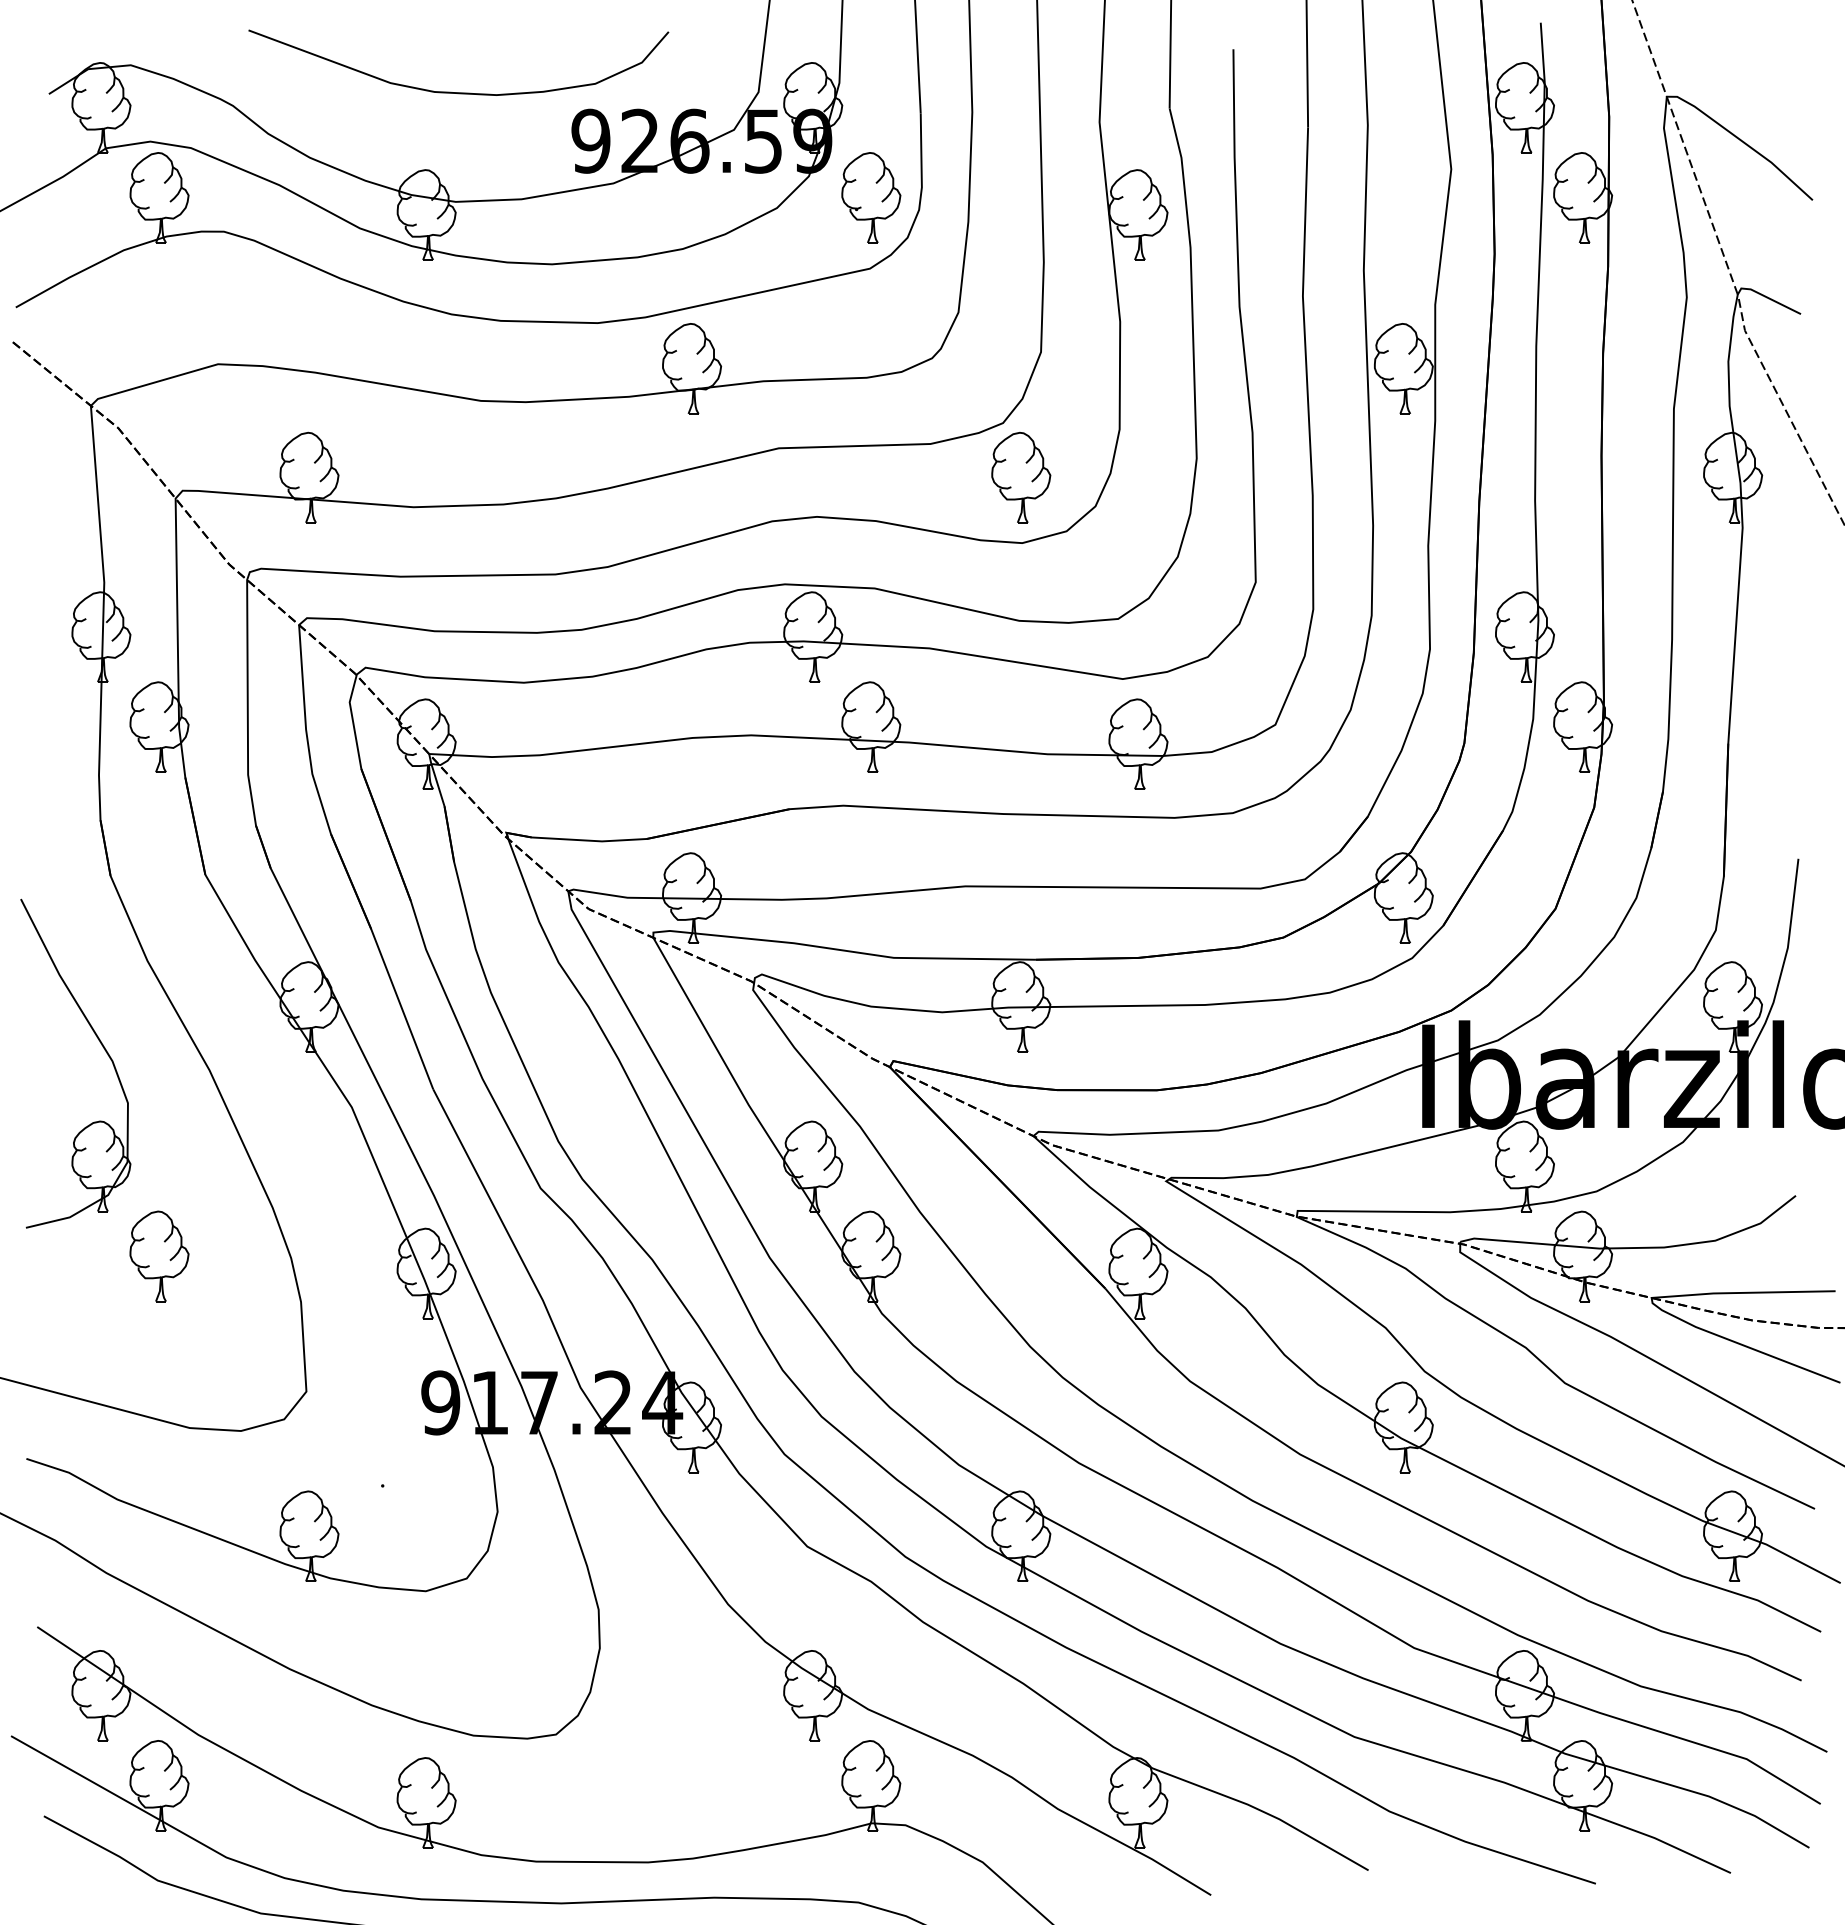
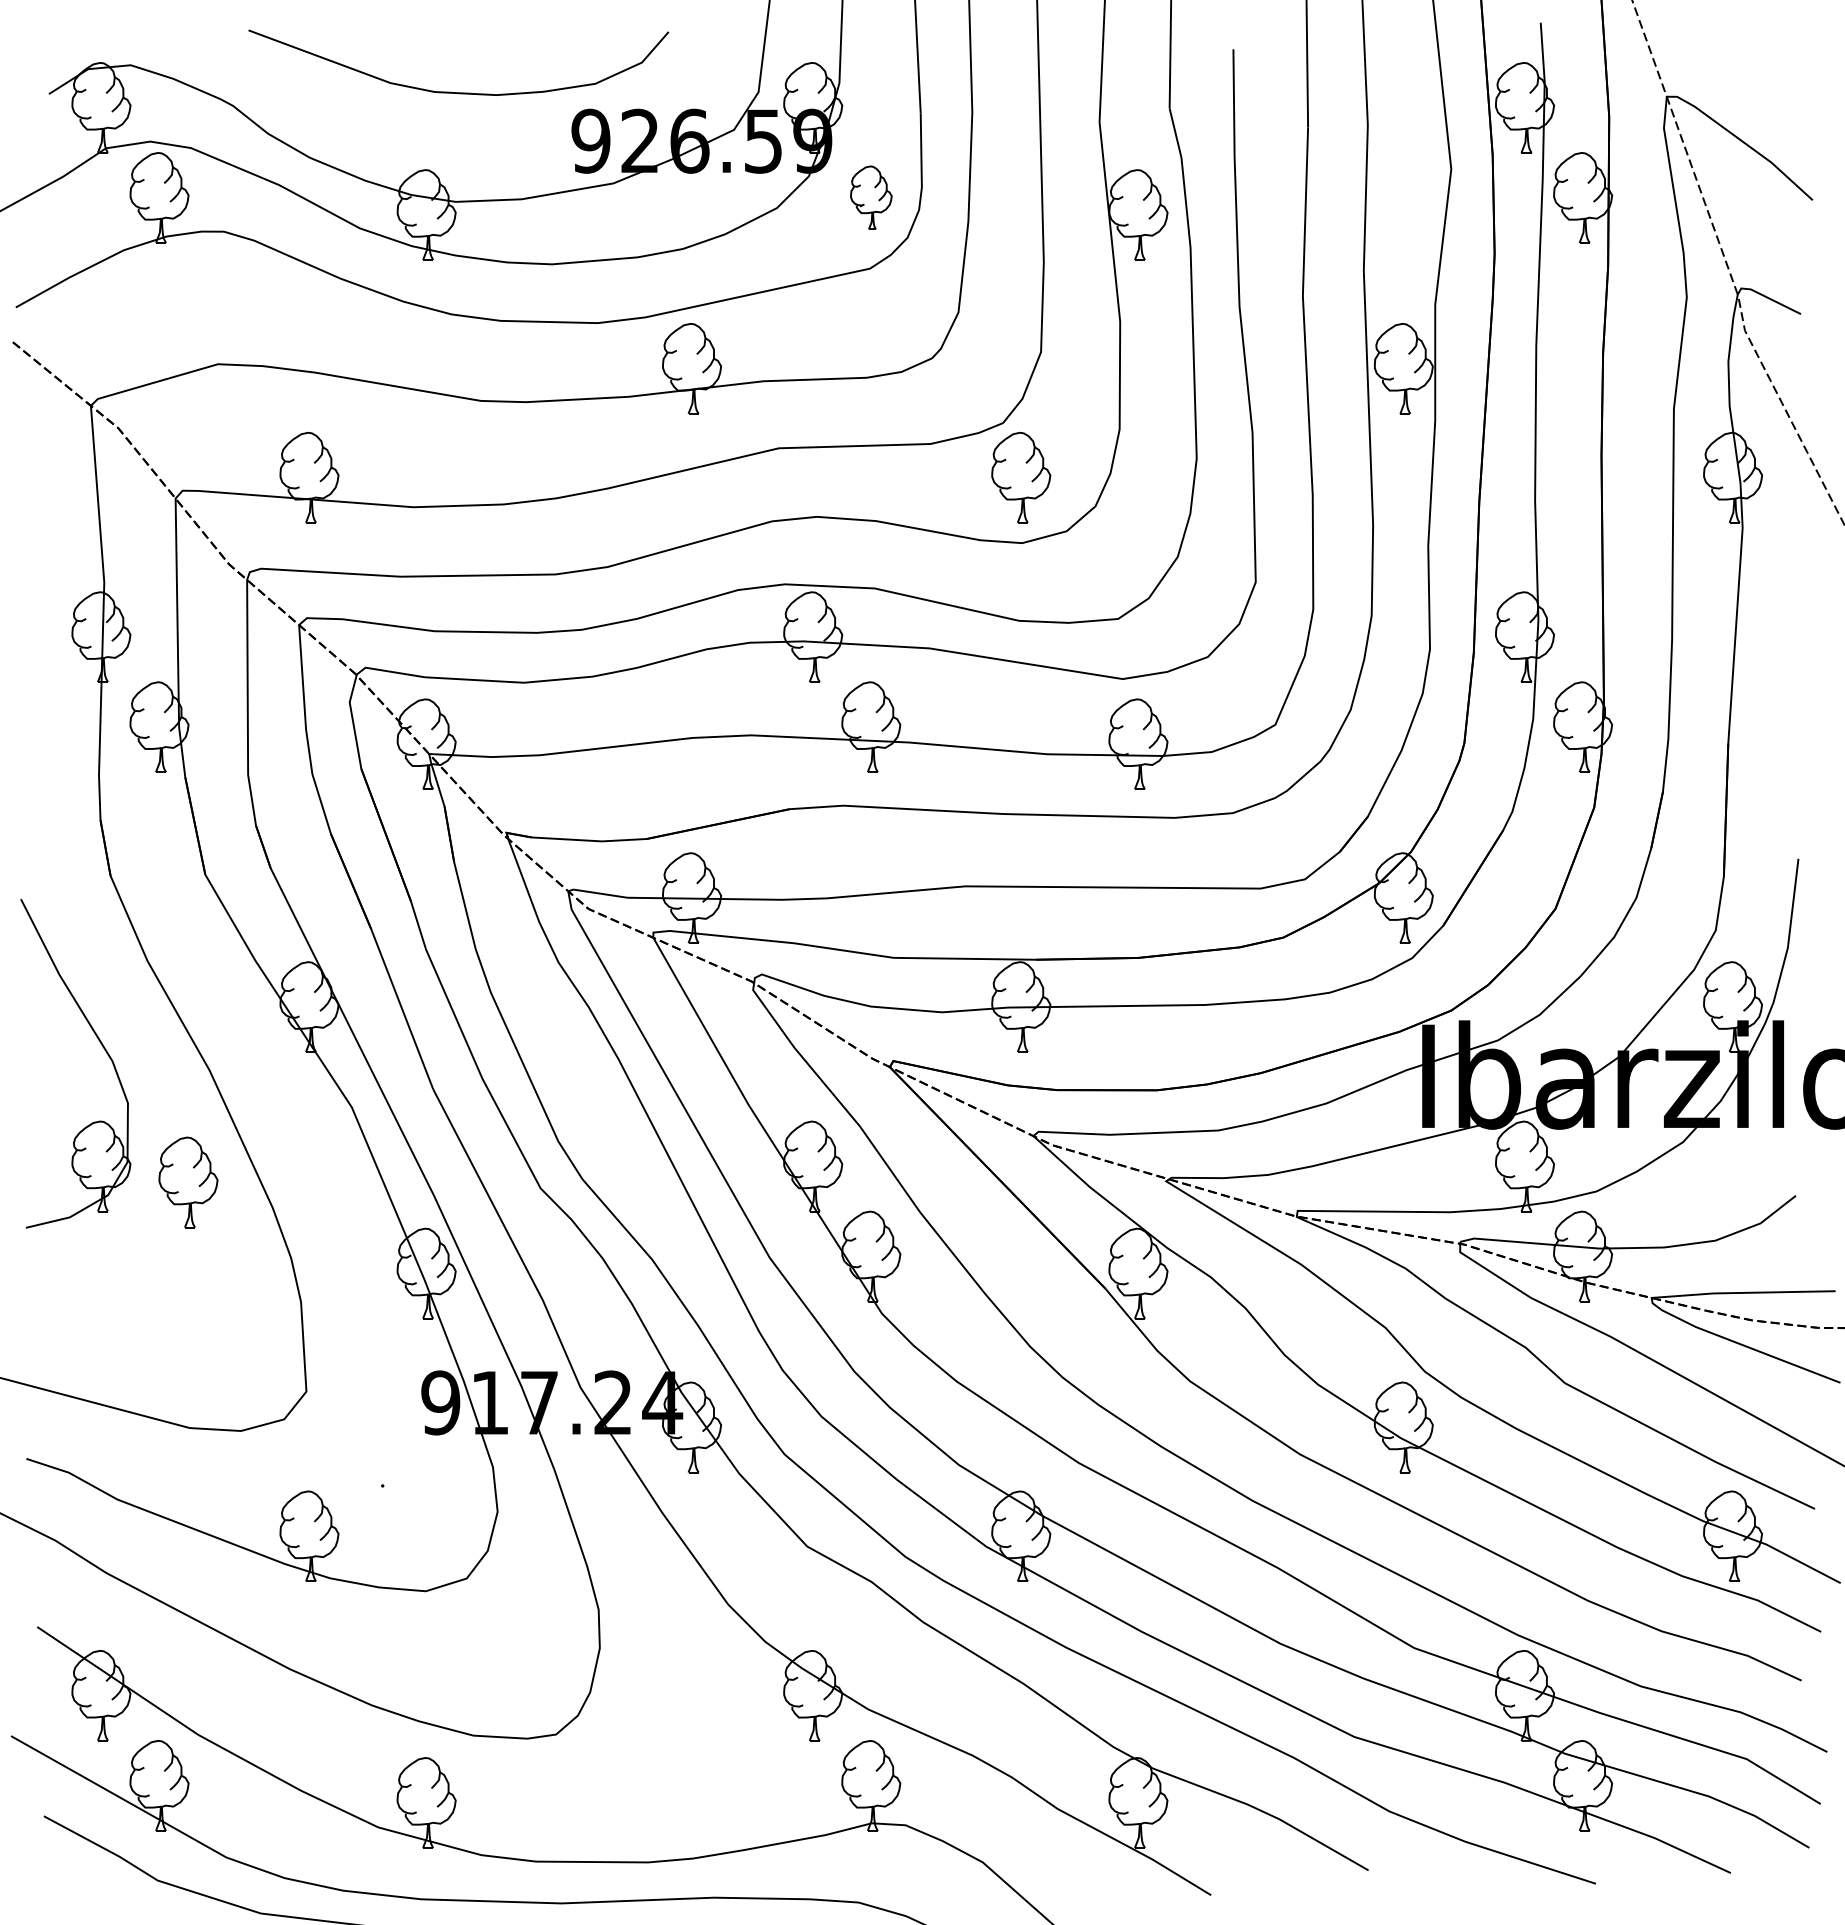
part at (871, 197) size: 61x92 px -> 43x65 px
part at (159, 1256) position: (159, 1256) -> (188, 1182)
